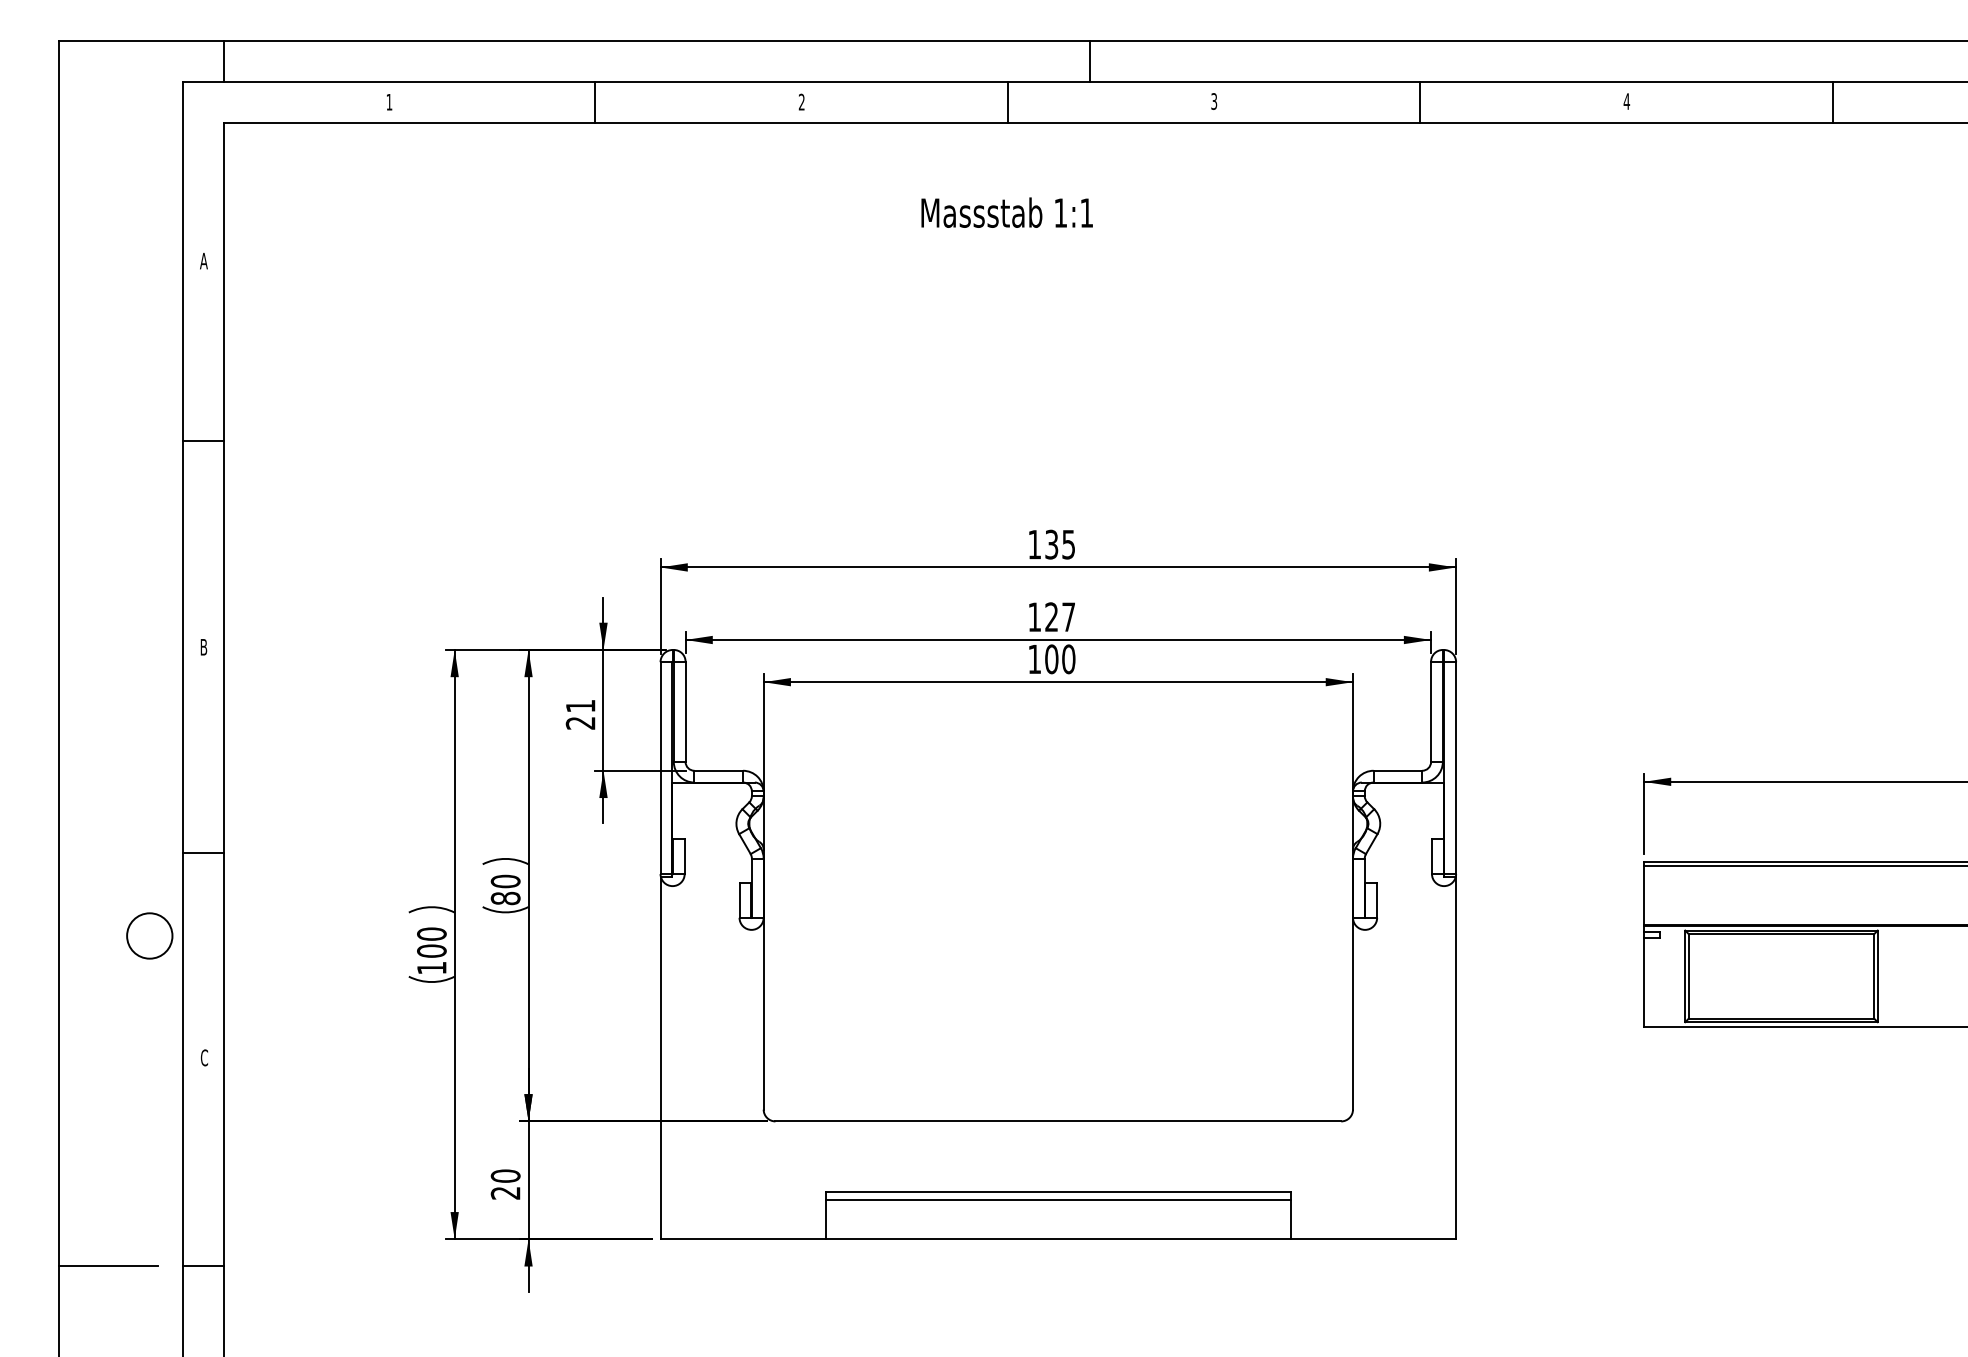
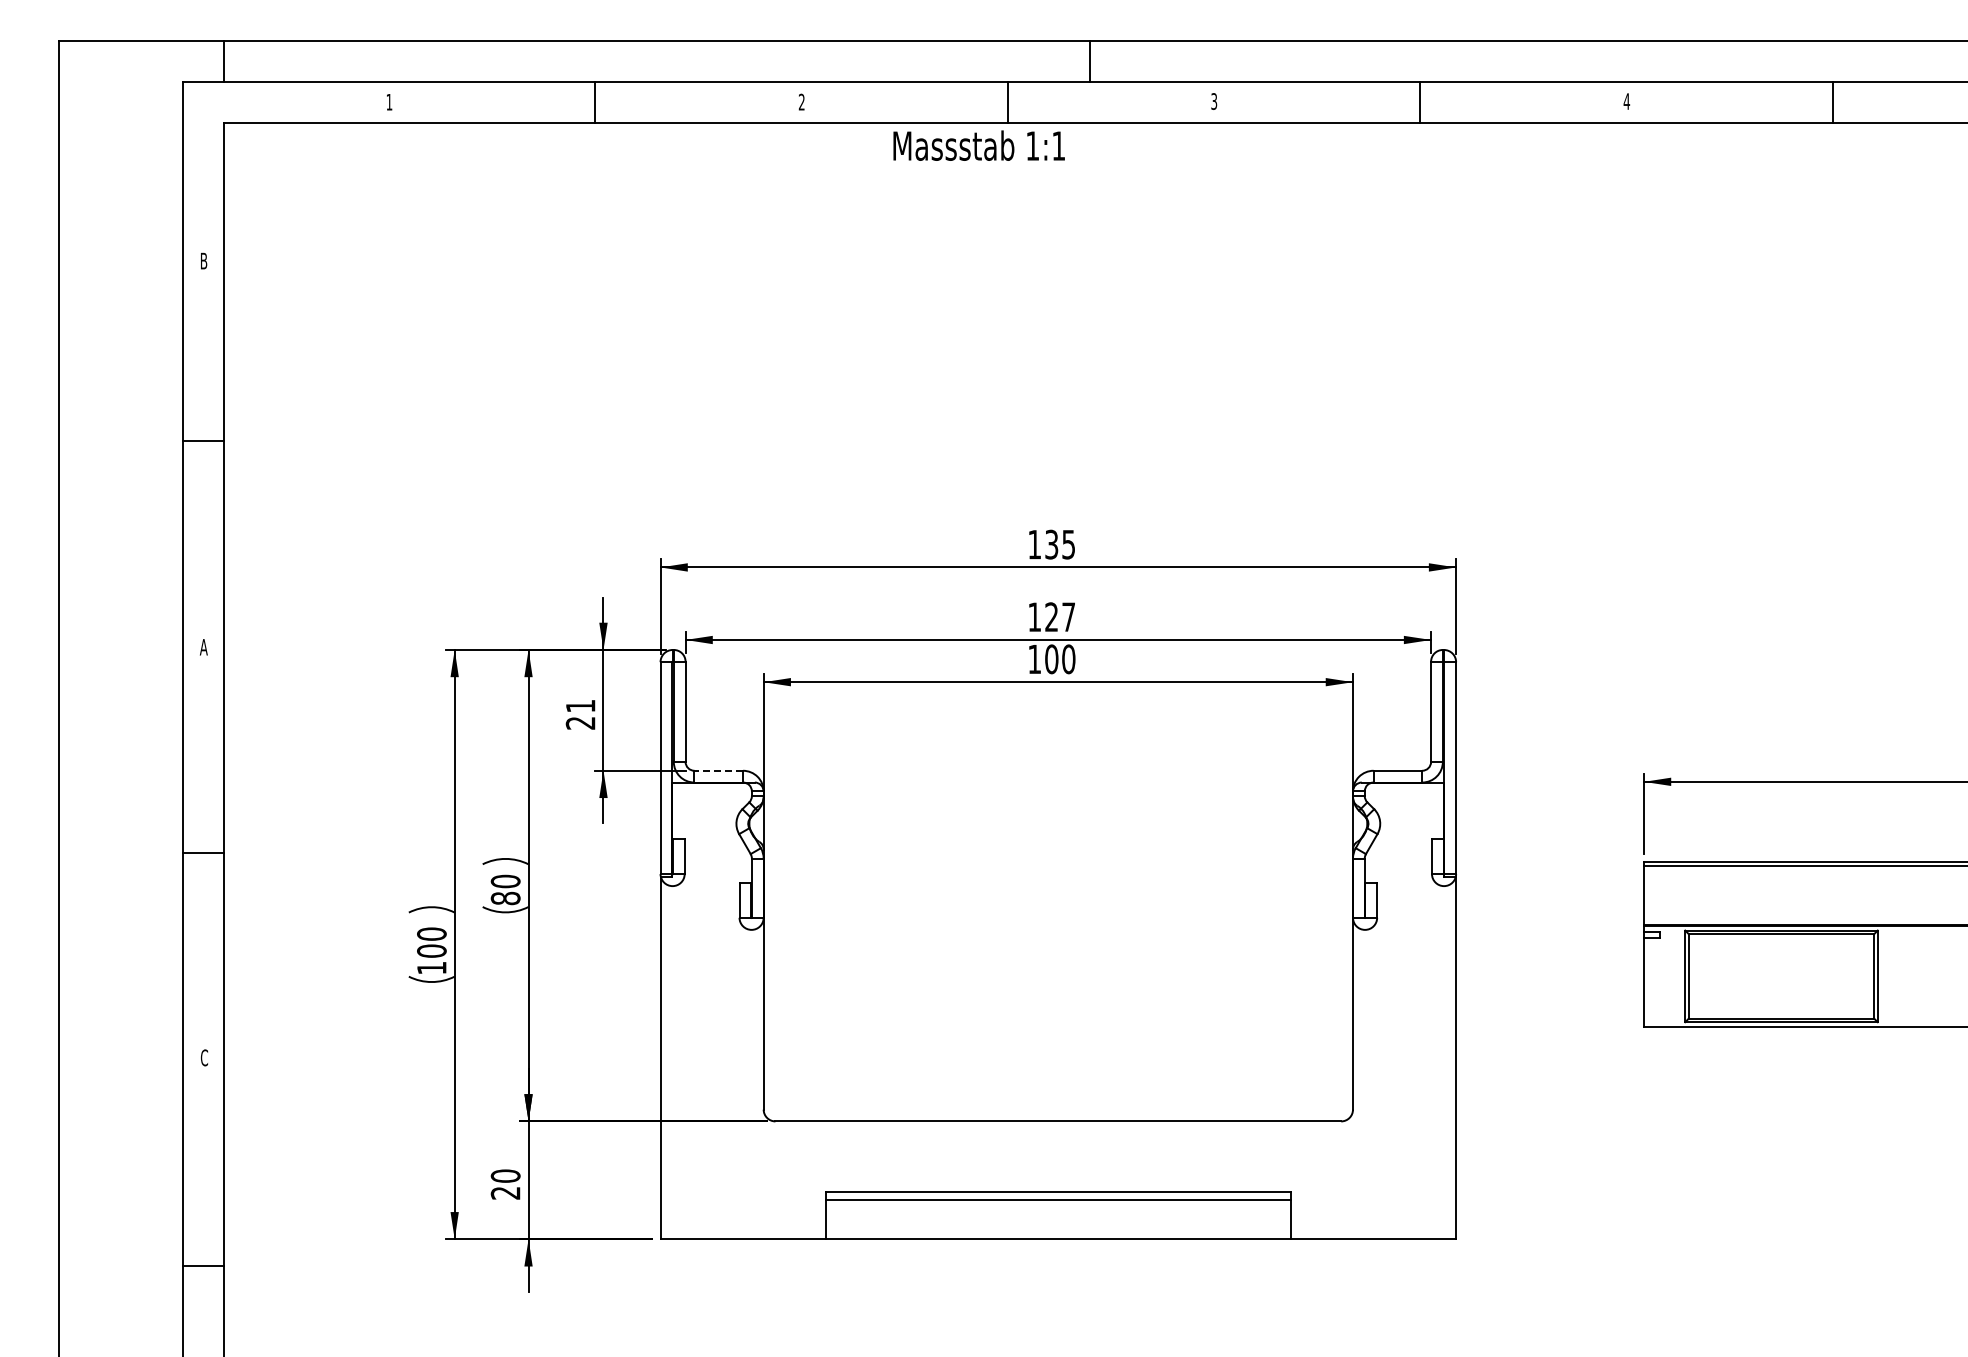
text at (1006, 212) position: (1006, 212) -> (978, 145)
text at (203, 260): A -> B
text at (203, 647): B -> A
line at (718, 770): solid -> dashed
circle at (149, 935): present -> none
line at (108, 1266): present -> none
